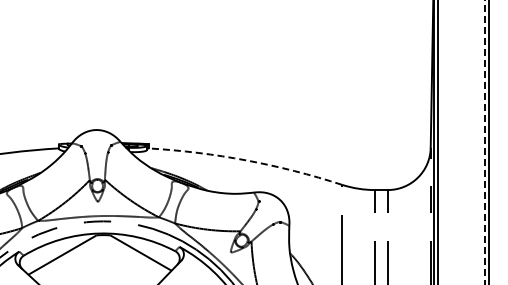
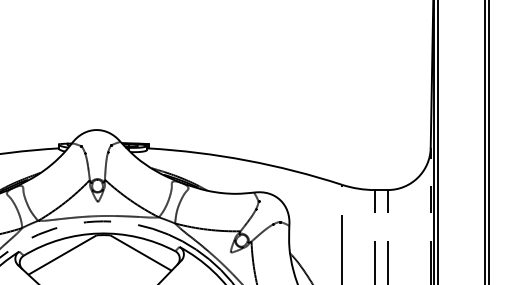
line at (484, 142): dashed -> solid
arc at (246, 160): dashed -> solid
